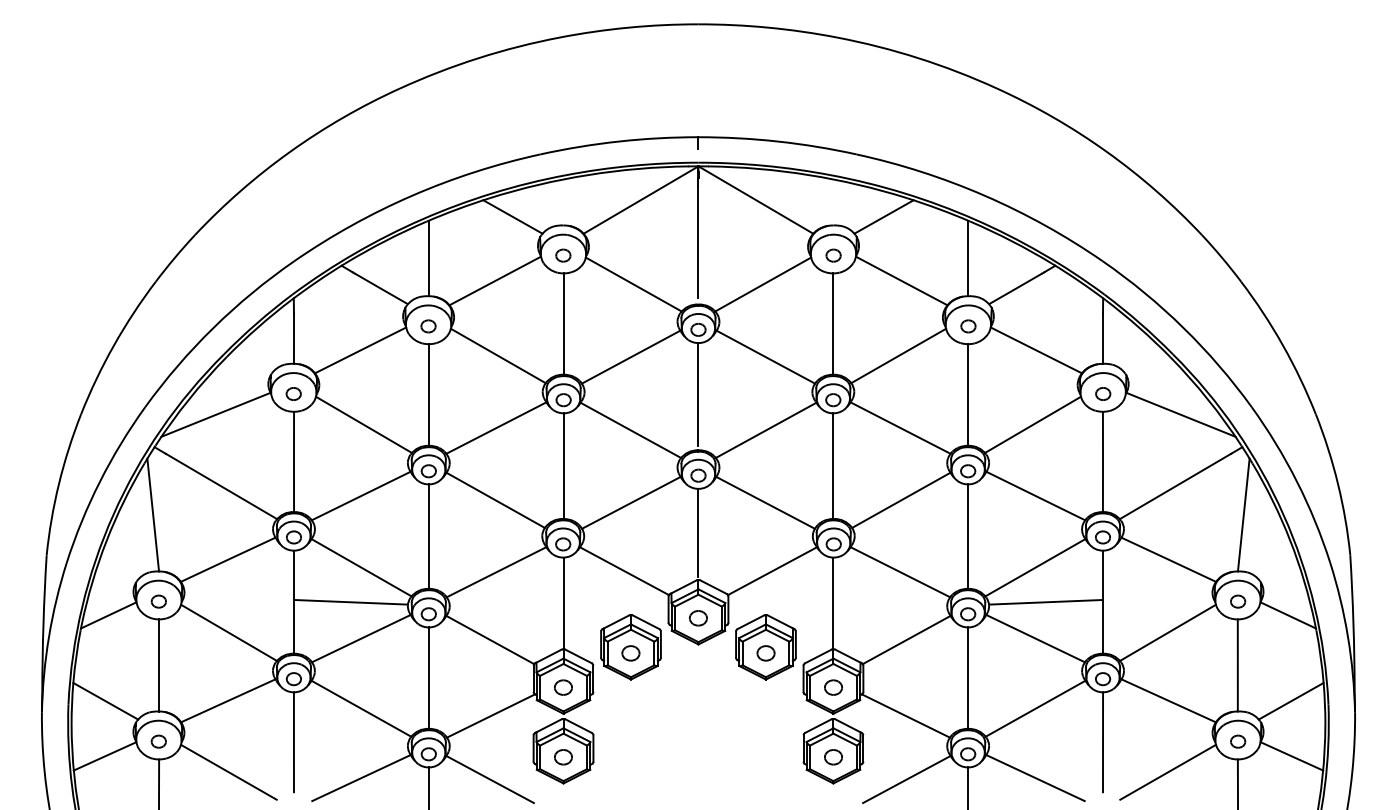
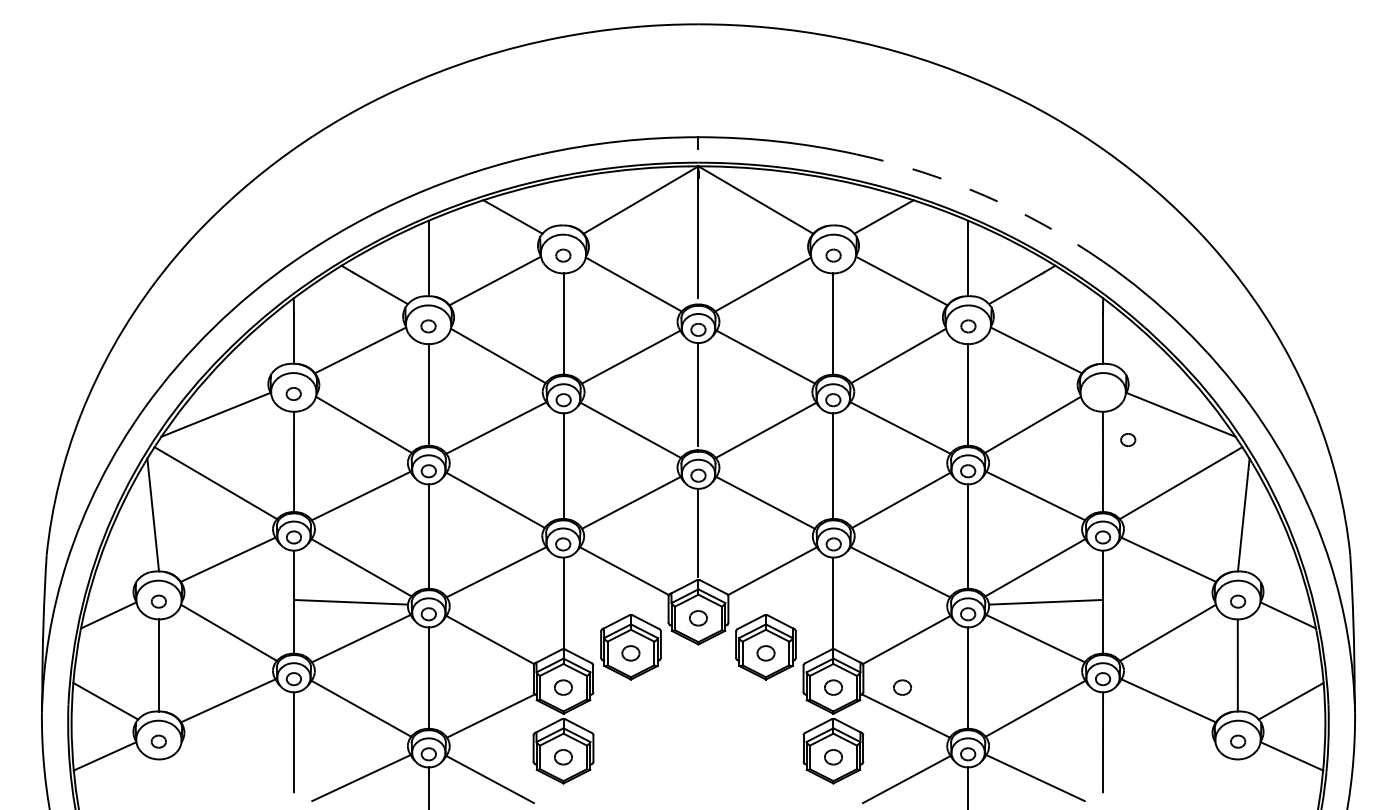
arc at (984, 195): solid -> dashed
part at (1103, 393) position: (1103, 393) -> (1128, 439)
part at (902, 687): none -> present
line at (228, 771): present -> none
line at (1168, 771): present -> none
line at (159, 782): present -> none
line at (1237, 782): present -> none
